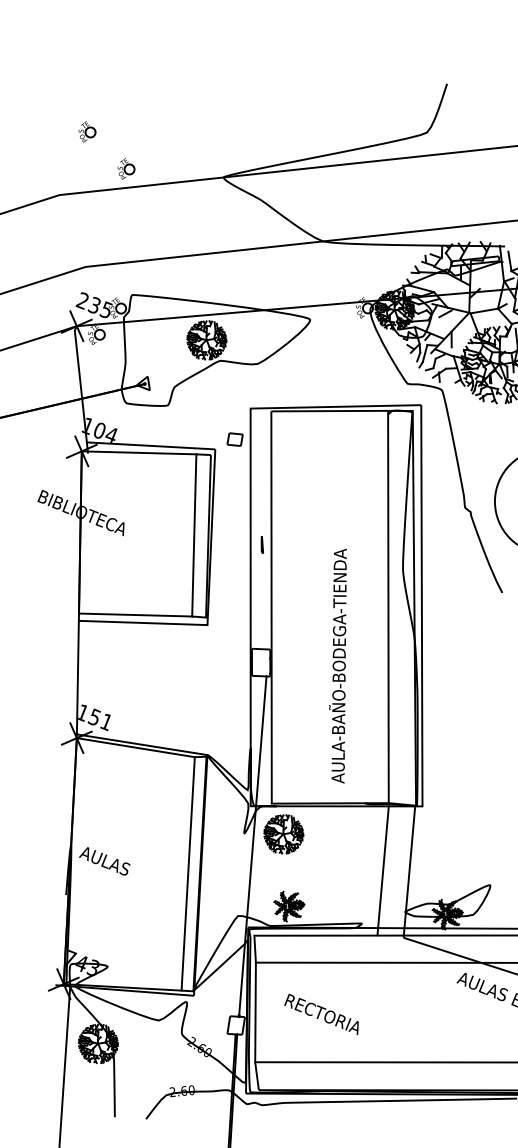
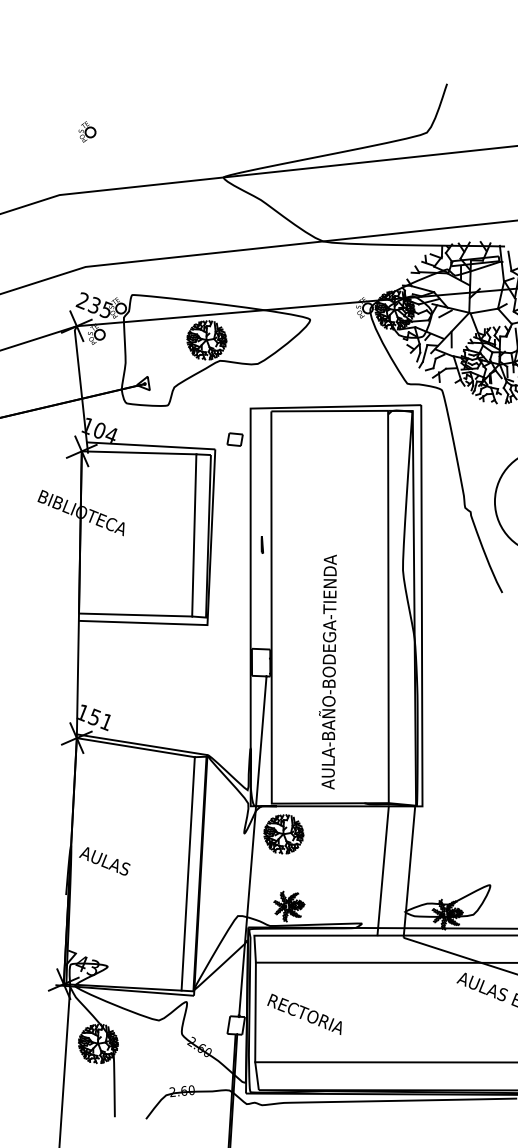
part at (126, 168): present -> none
text at (337, 665) position: (337, 665) -> (327, 671)
text at (321, 1013) position: (321, 1013) -> (304, 1013)
